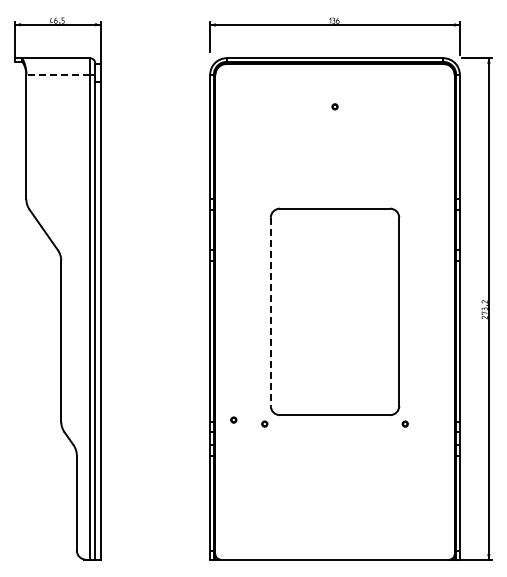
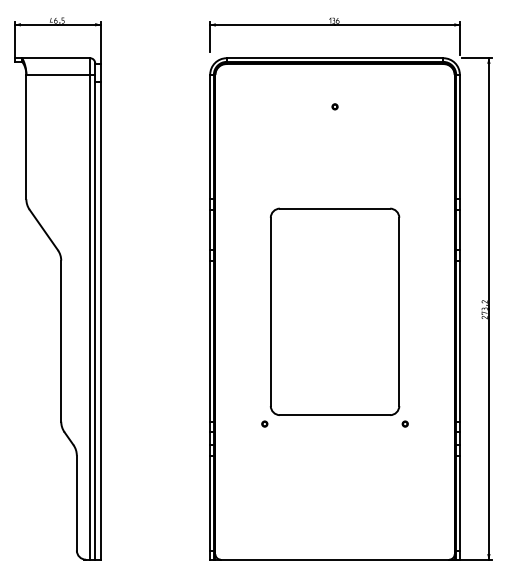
line at (58, 74): dashed -> solid
line at (270, 312): dashed -> solid
part at (233, 419): present -> none
